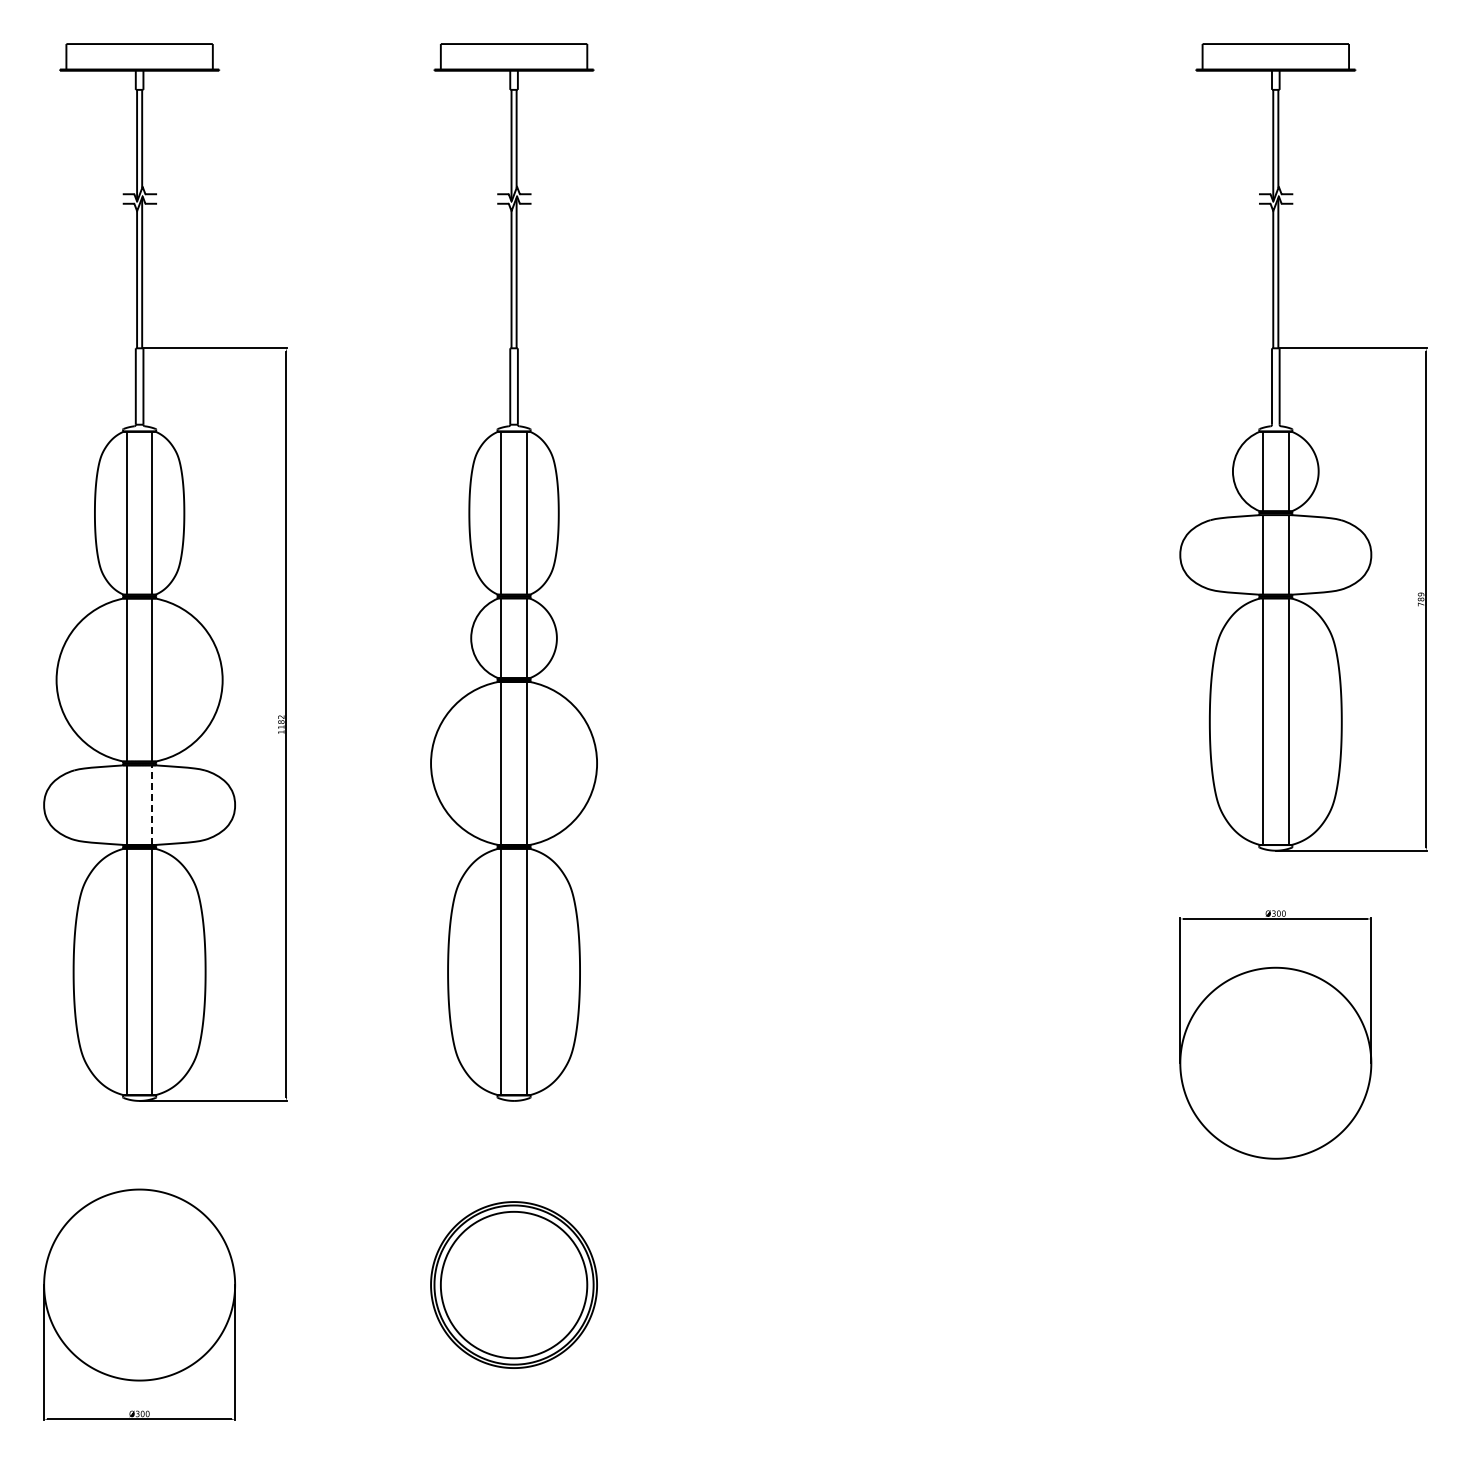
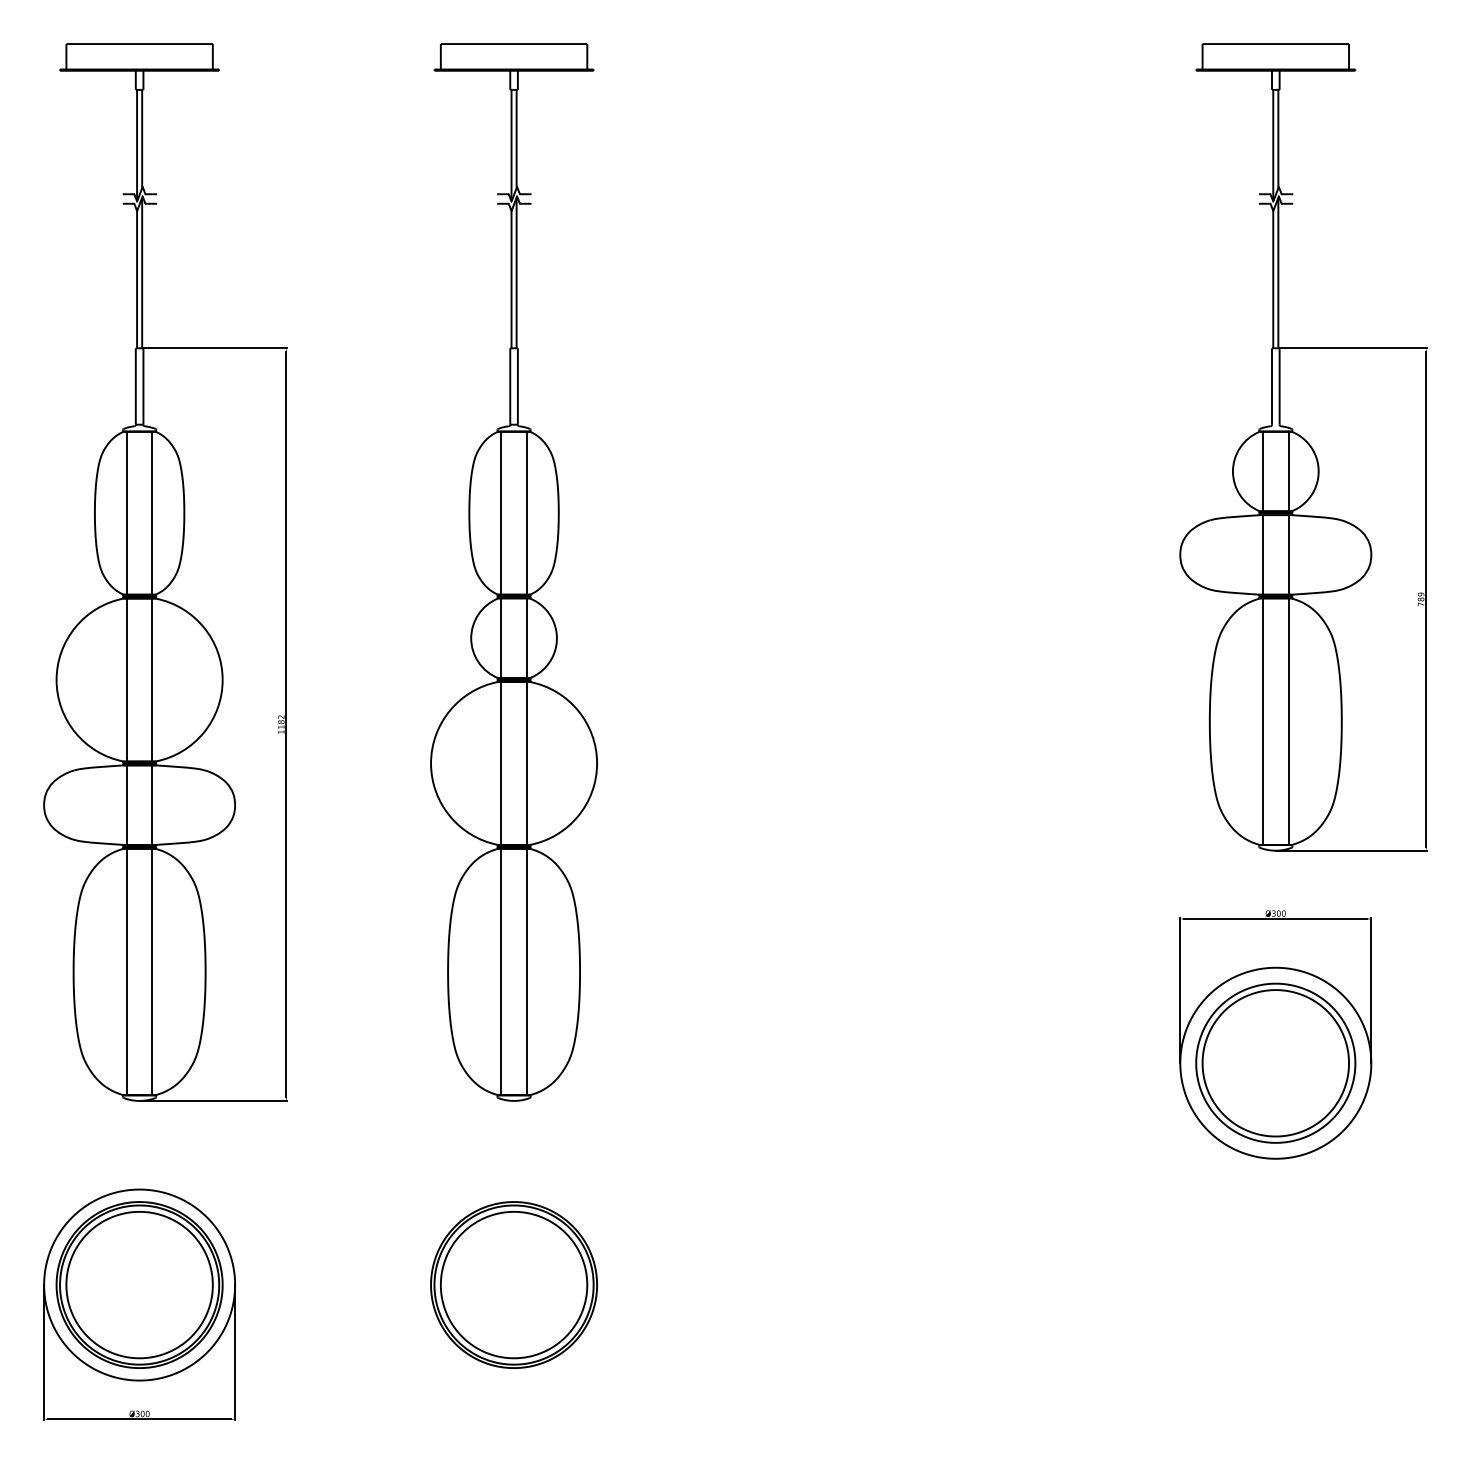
line at (152, 805): dashed -> solid
part at (1275, 1062): none -> present
part at (139, 1284): none -> present
